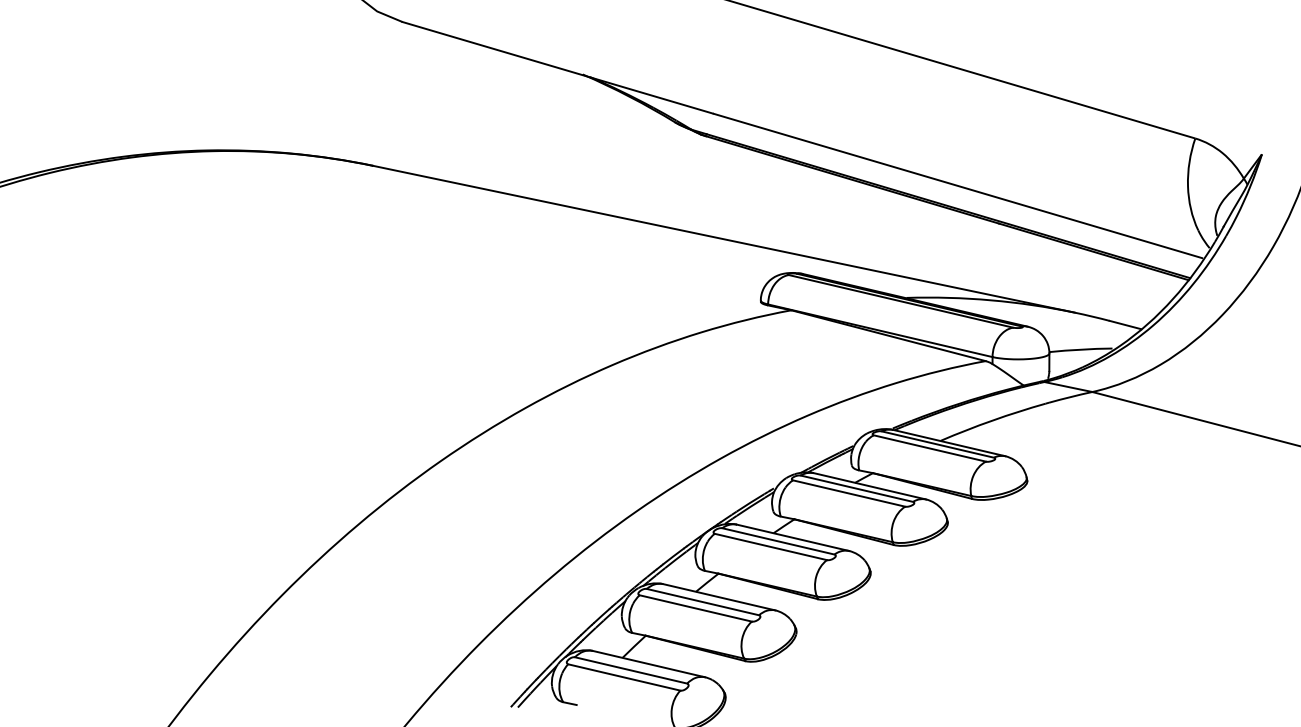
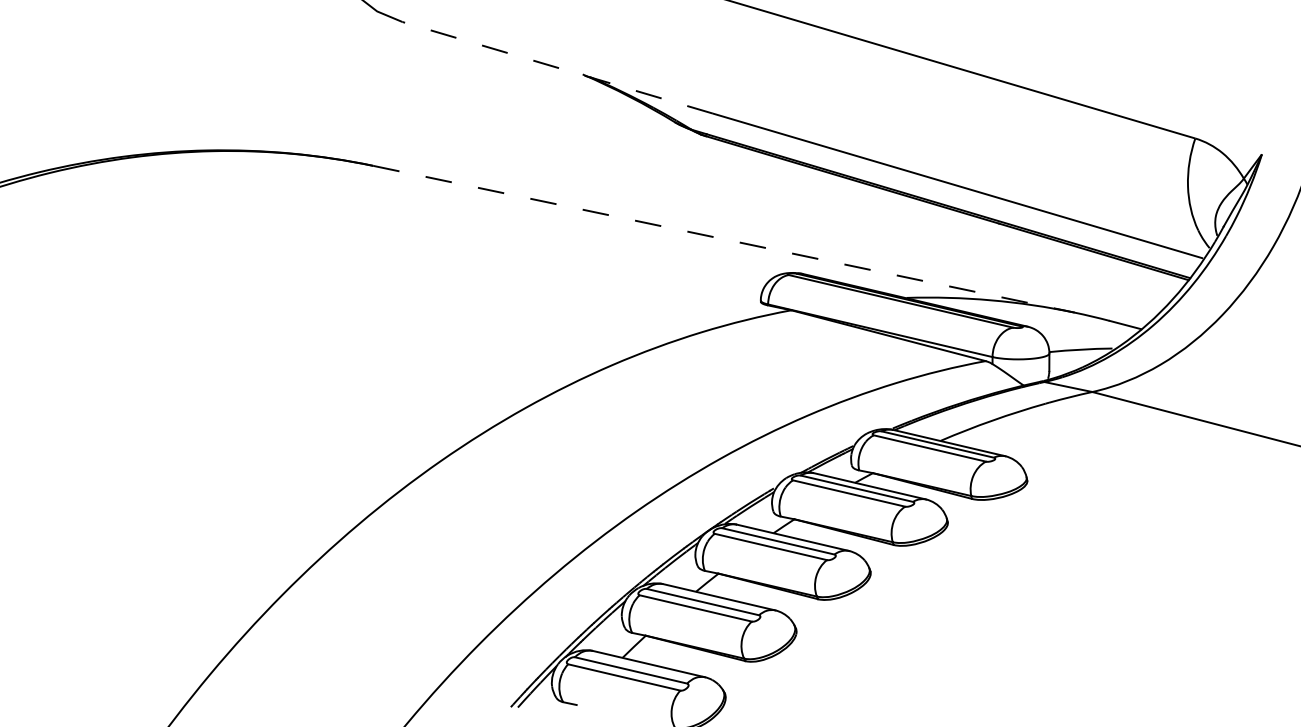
line at (557, 67): solid -> dashed
line at (724, 239): solid -> dashed
